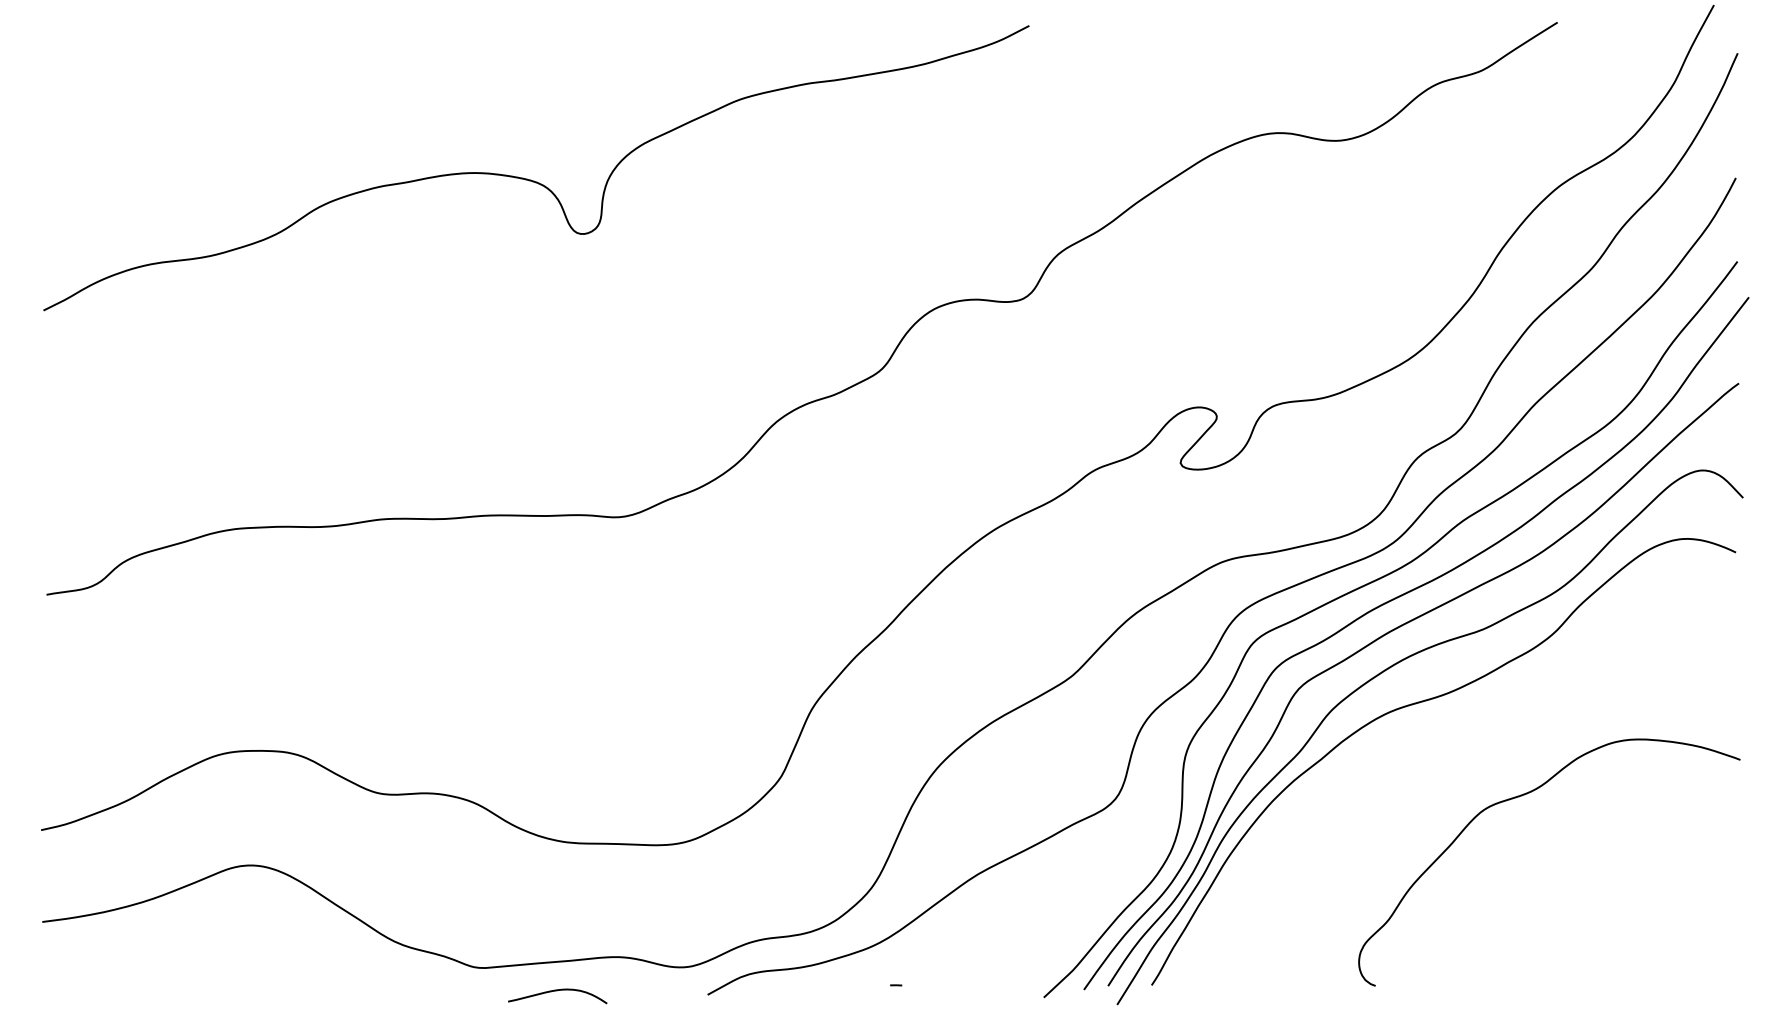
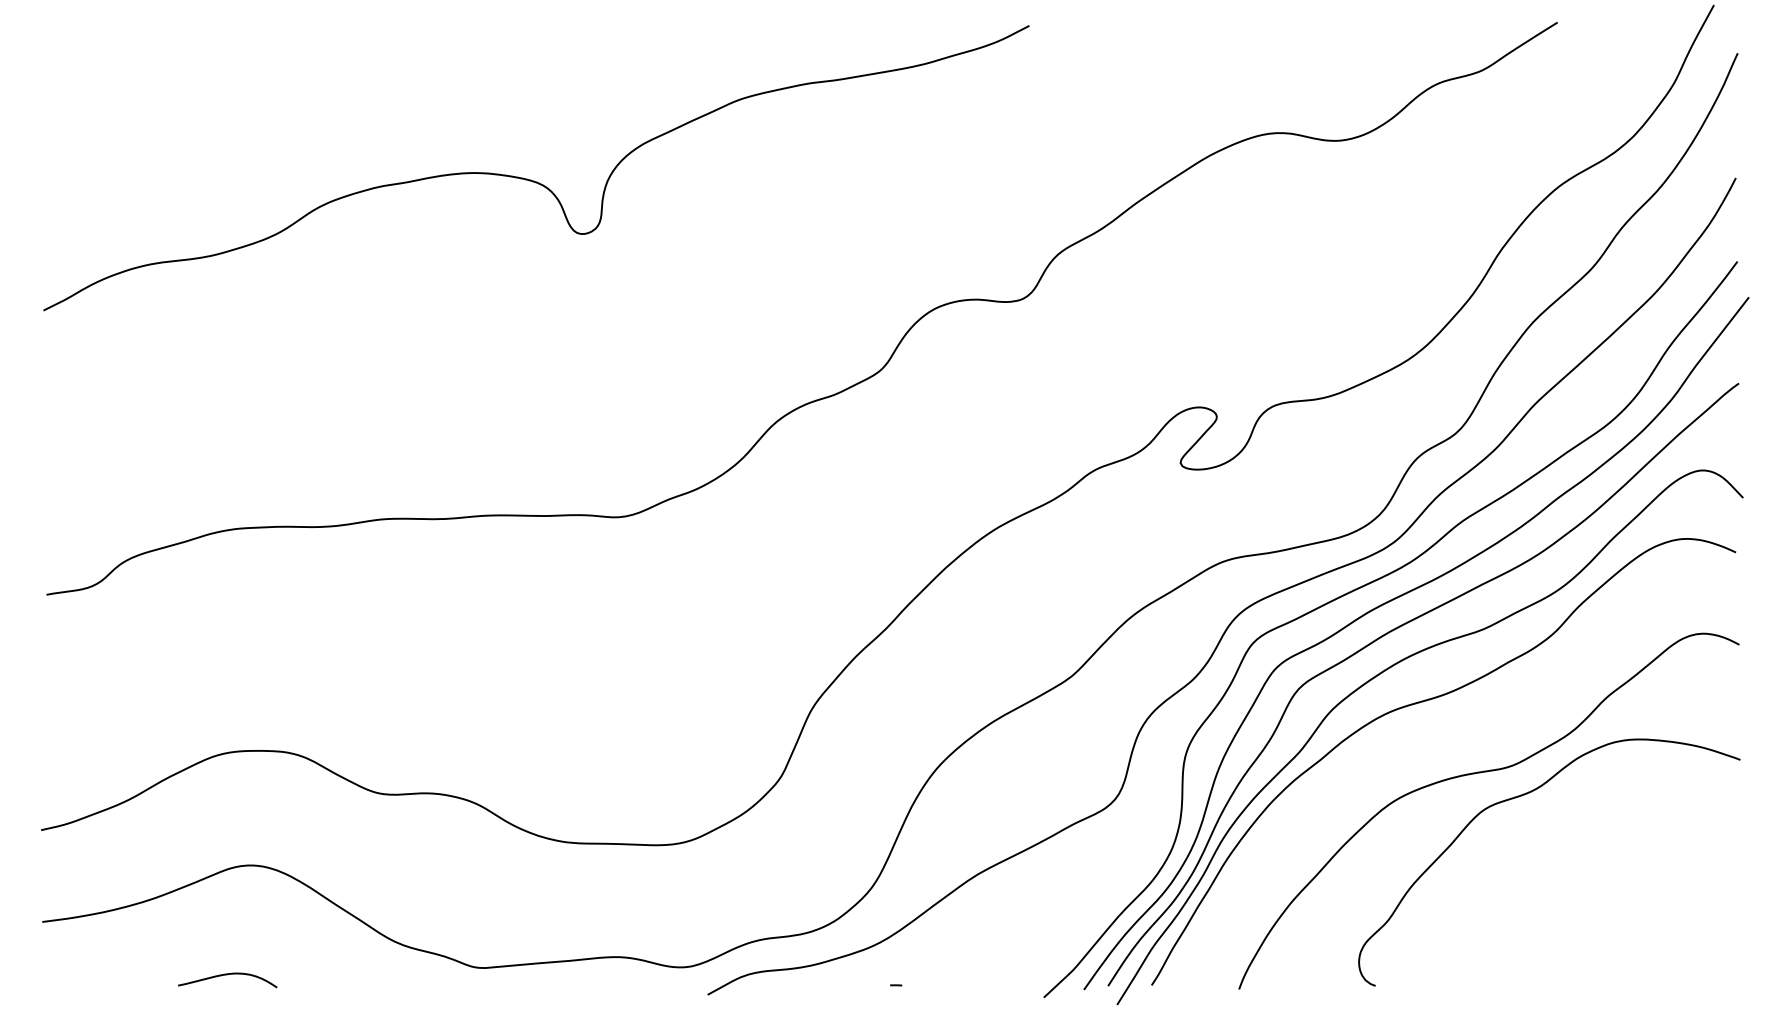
curve at (1480, 773): none -> present
curve at (557, 991) position: (557, 991) -> (227, 975)
